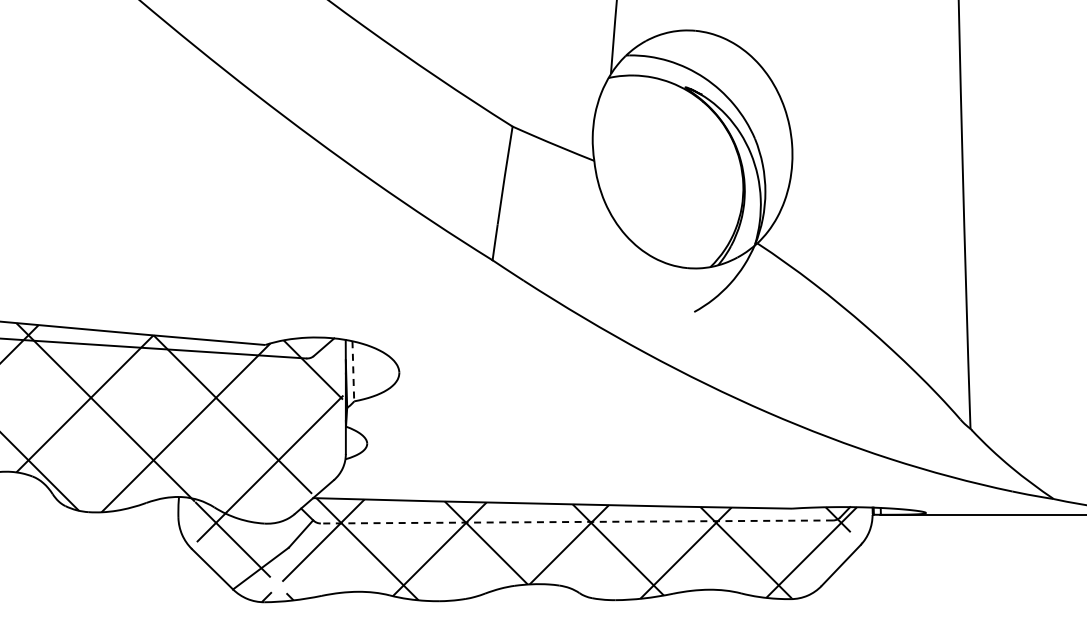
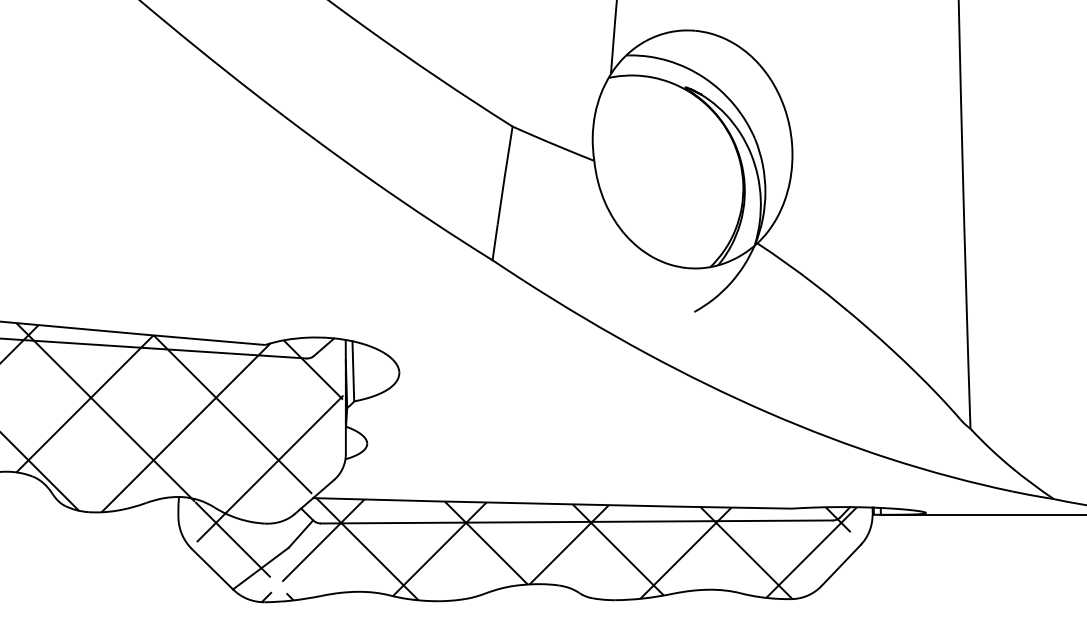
line at (353, 371): dashed -> solid
line at (576, 521): dashed -> solid
